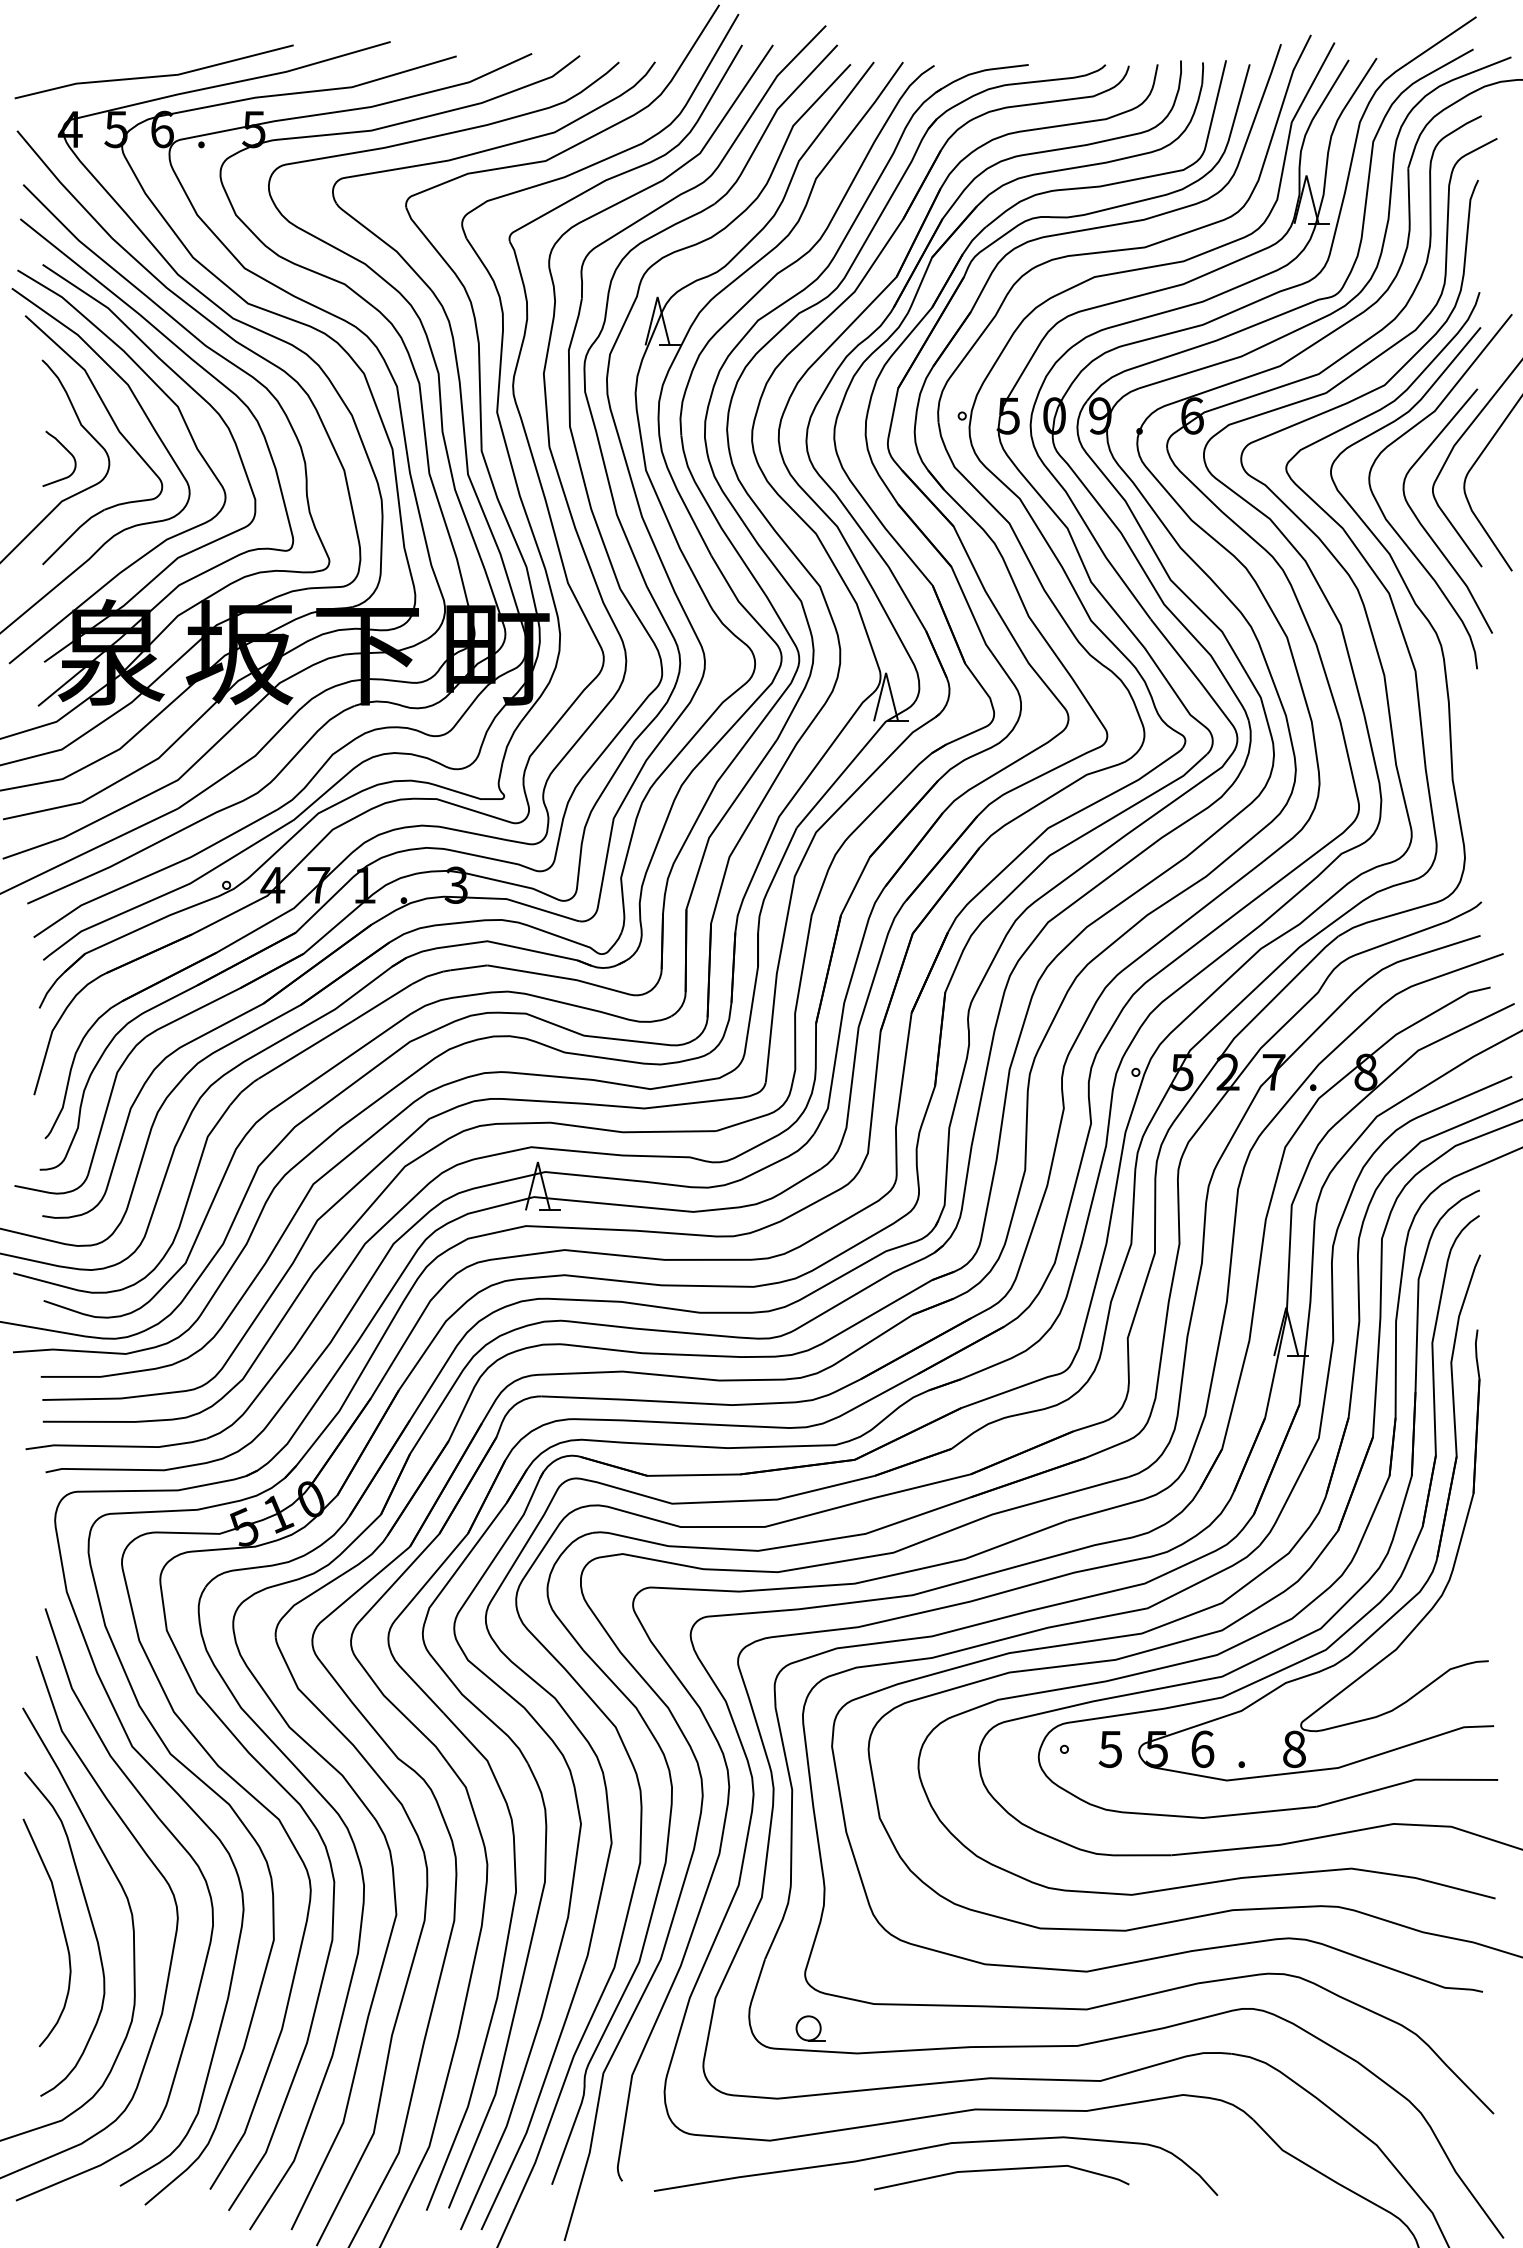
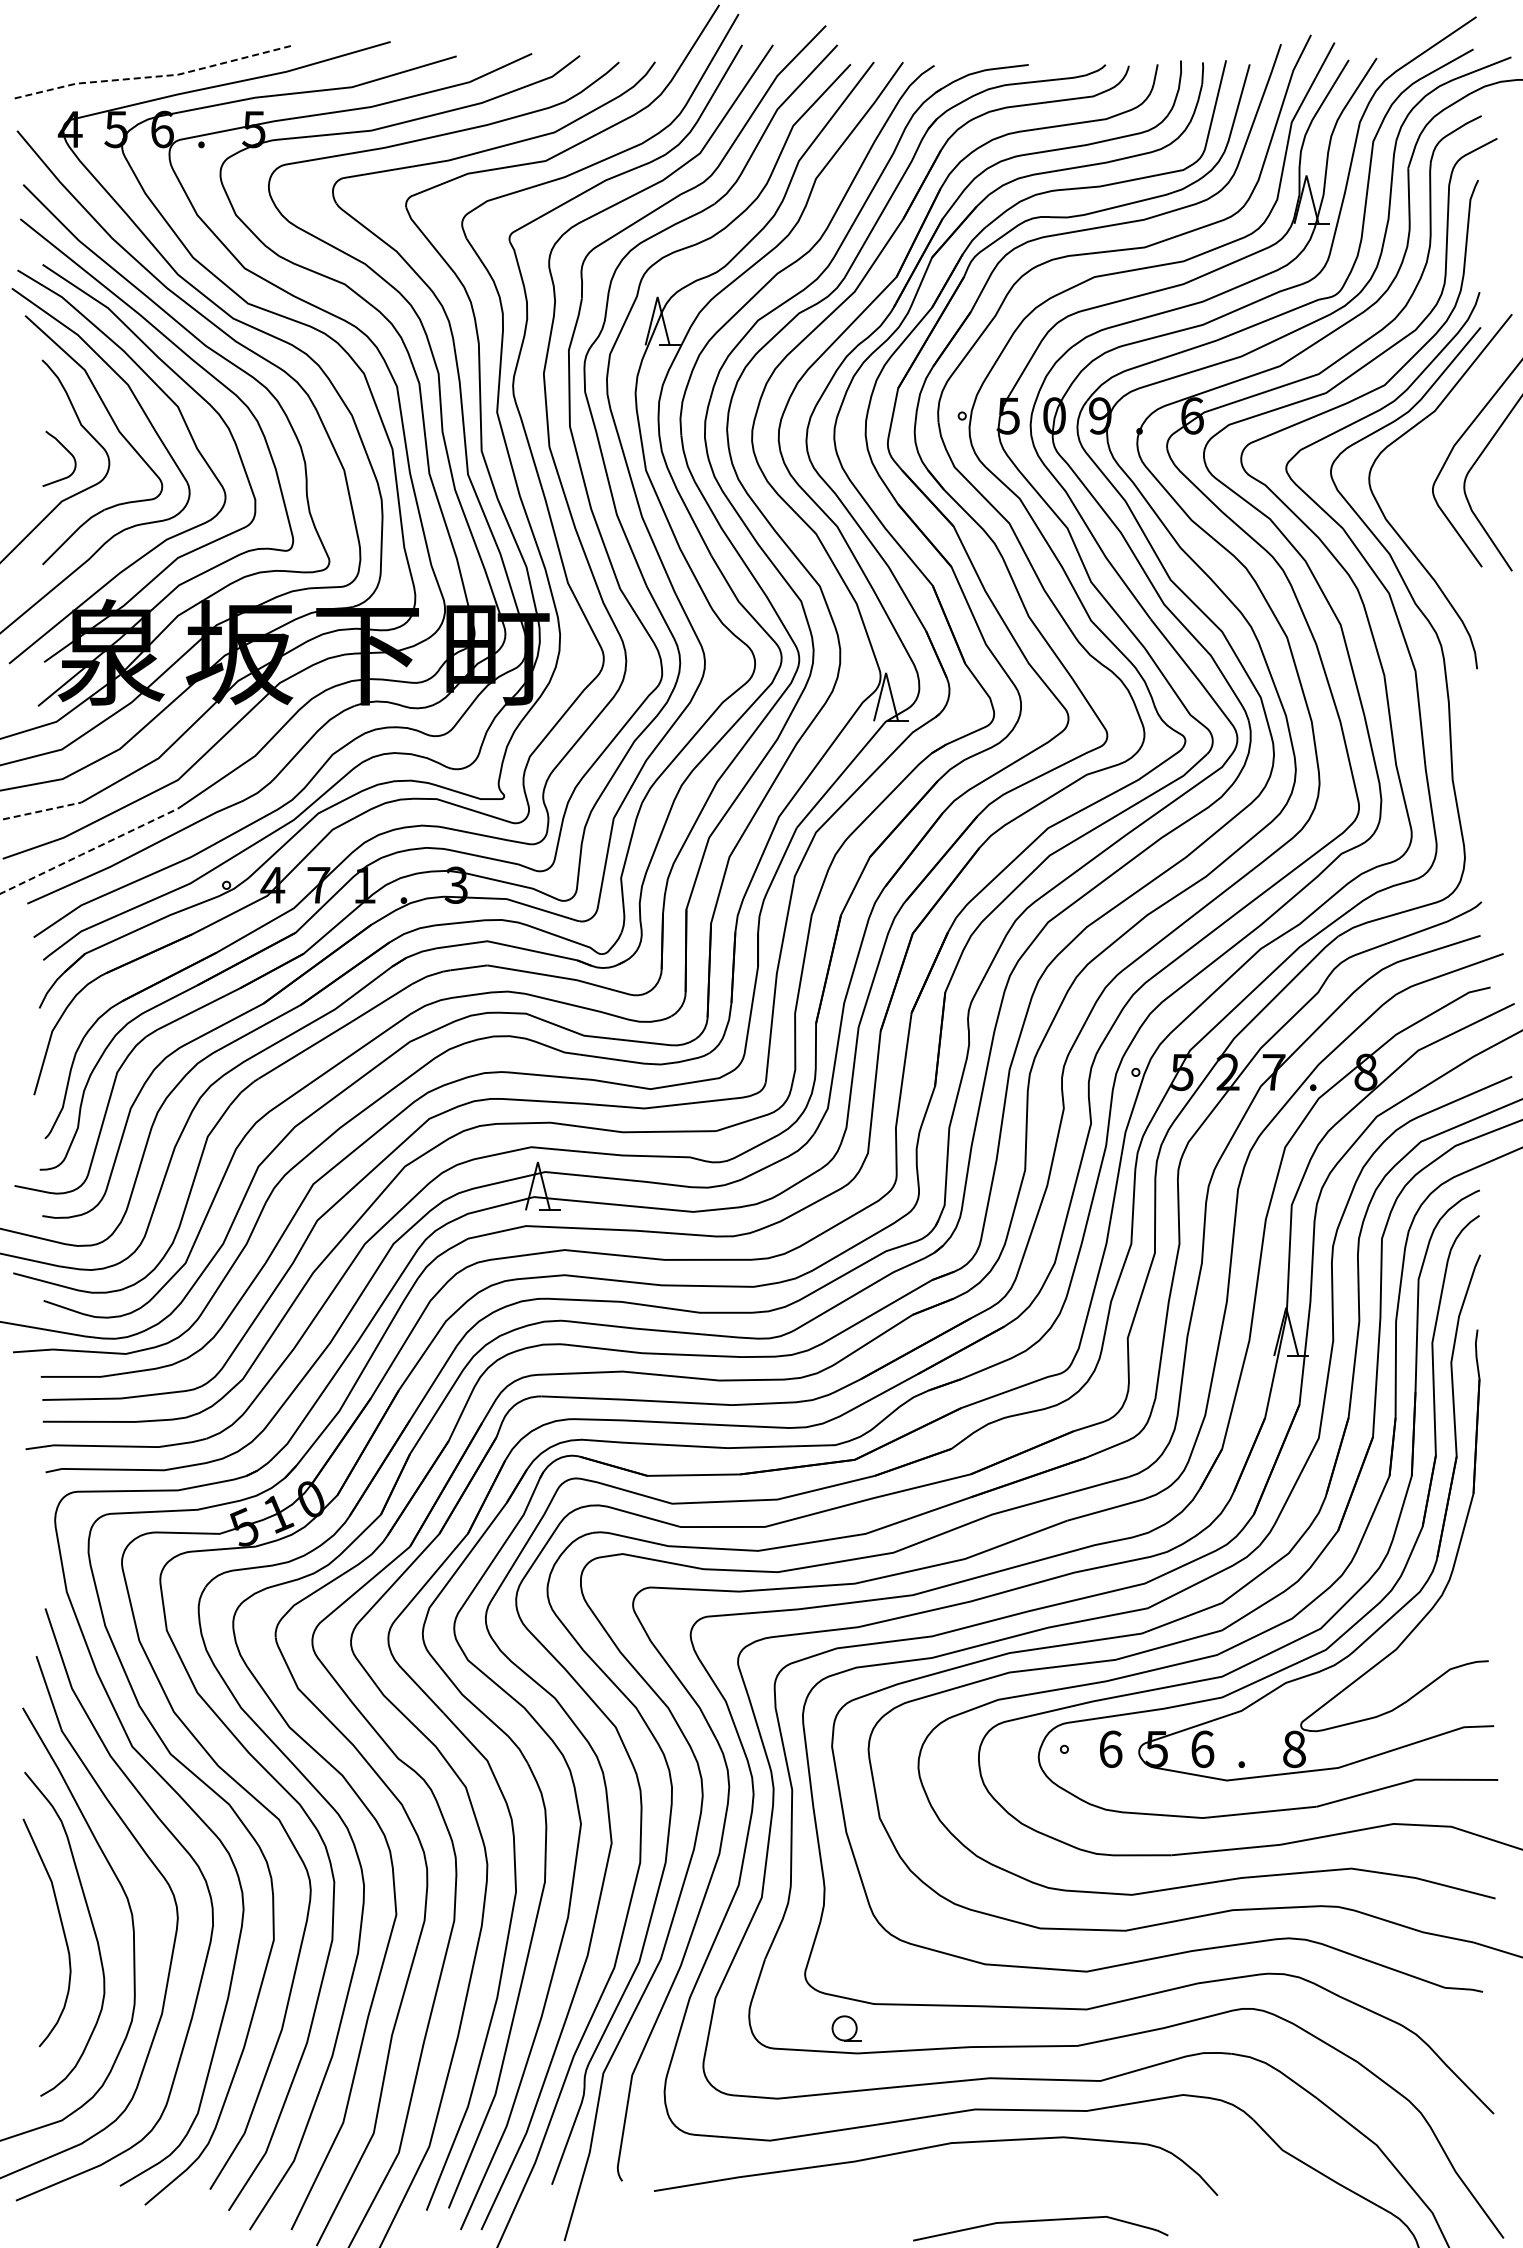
line at (155, 76): solid -> dashed
curve at (1425, 528): present -> none
line at (42, 810): solid -> dashed
line at (88, 851): solid -> dashed
text at (1110, 1749): 5 -> 6
part at (810, 2028) position: (810, 2028) -> (846, 2028)
curve at (1001, 2170) position: (1001, 2170) -> (1040, 2221)
